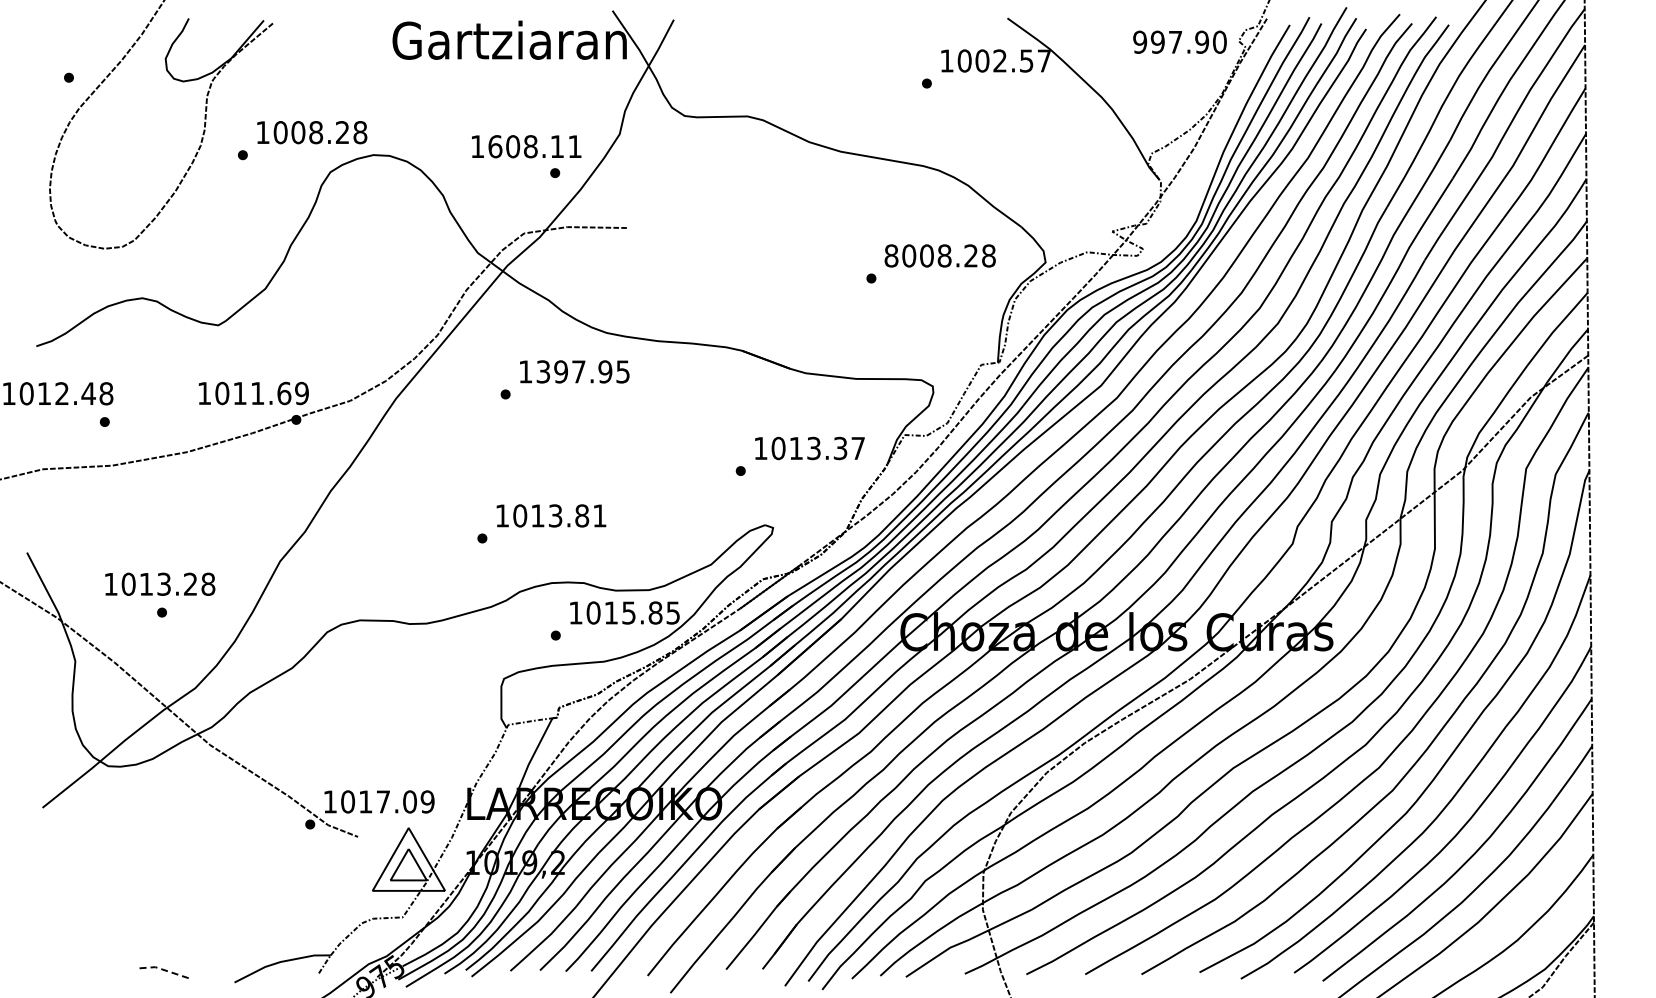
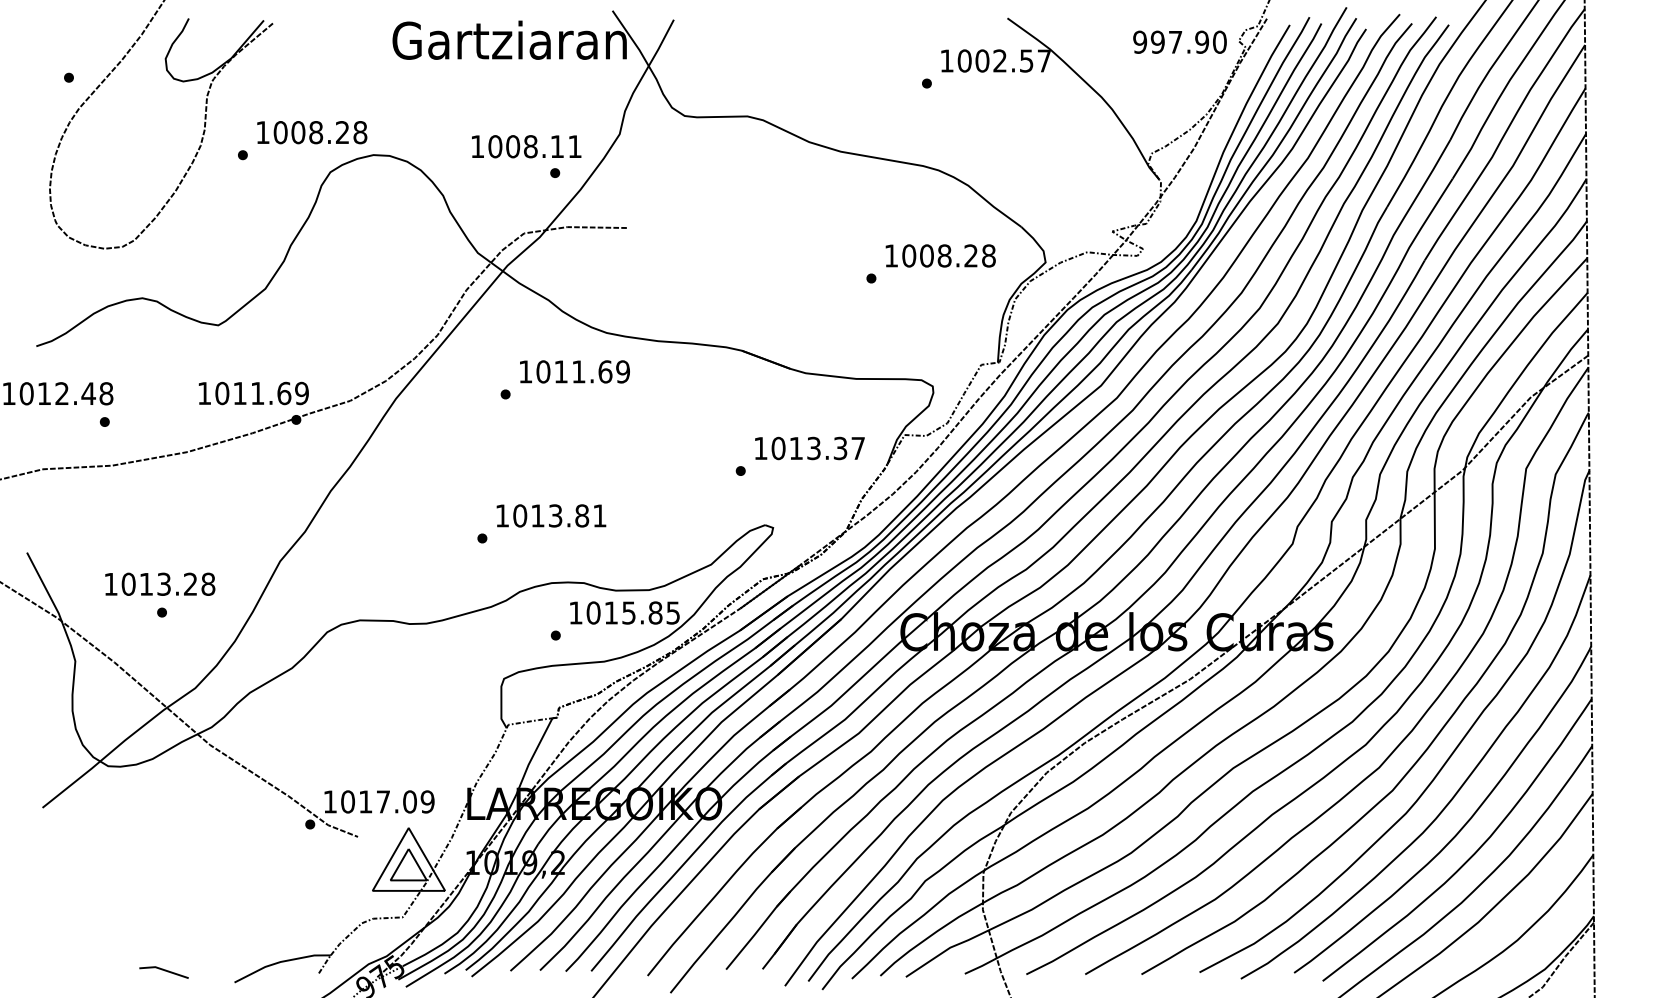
text at (495, 146): 1608.11 -> 1008.11
text at (891, 255): 8008.28 -> 1008.28
text at (582, 371): 1397.95 -> 1011.69
line at (163, 969): dashed -> solid
